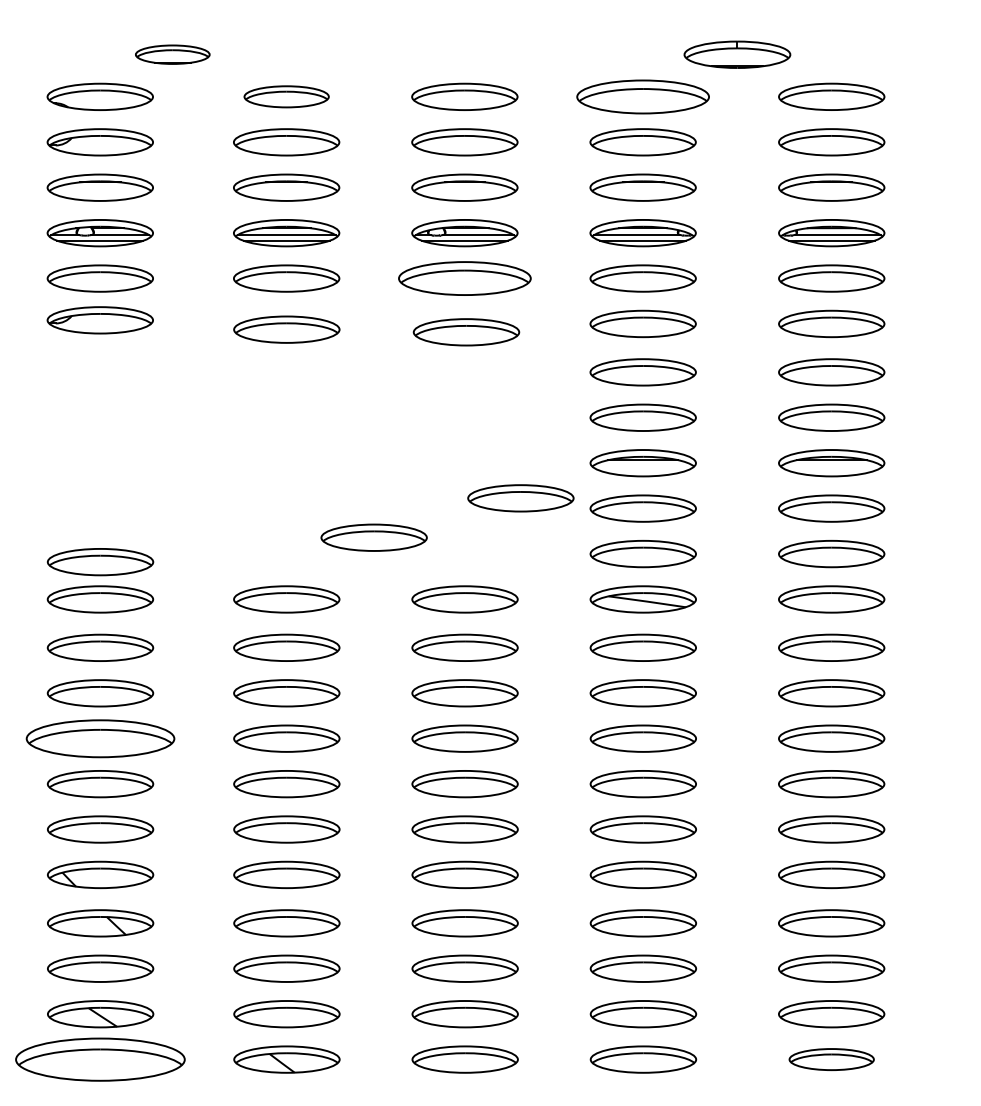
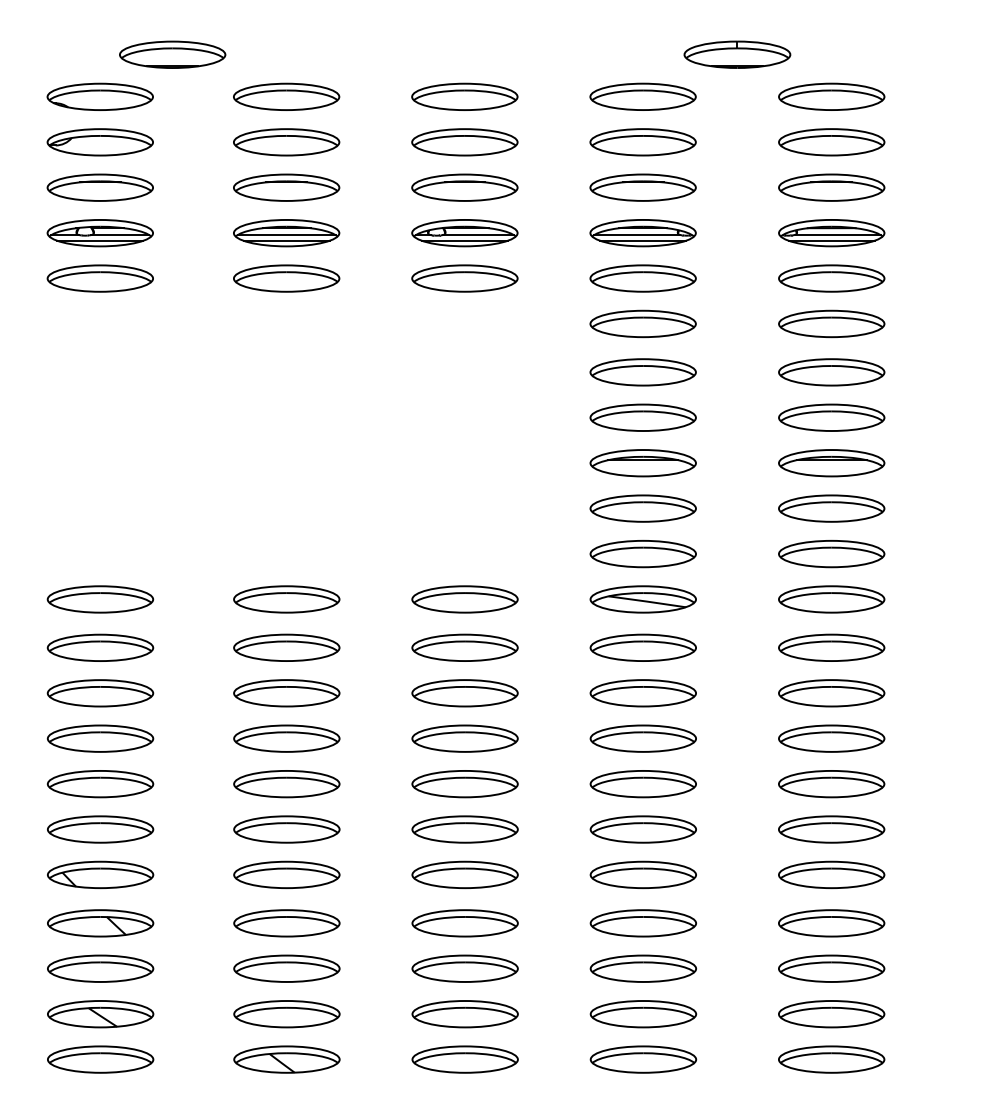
part at (172, 54) size: 76x21 px -> 108x29 px
part at (286, 96) size: 87x24 px -> 108x29 px
part at (642, 96) size: 134x36 px -> 108x29 px
part at (464, 278) size: 134x35 px -> 108x29 px
part at (99, 320): present -> none
part at (286, 329): present -> none
part at (466, 332): present -> none
part at (520, 498): present -> none
part at (373, 537): present -> none
part at (100, 562): present -> none
part at (100, 738) size: 151x40 px -> 109x29 px
part at (100, 1059) size: 171x45 px -> 108x29 px
part at (831, 1059) size: 87x23 px -> 108x29 px
